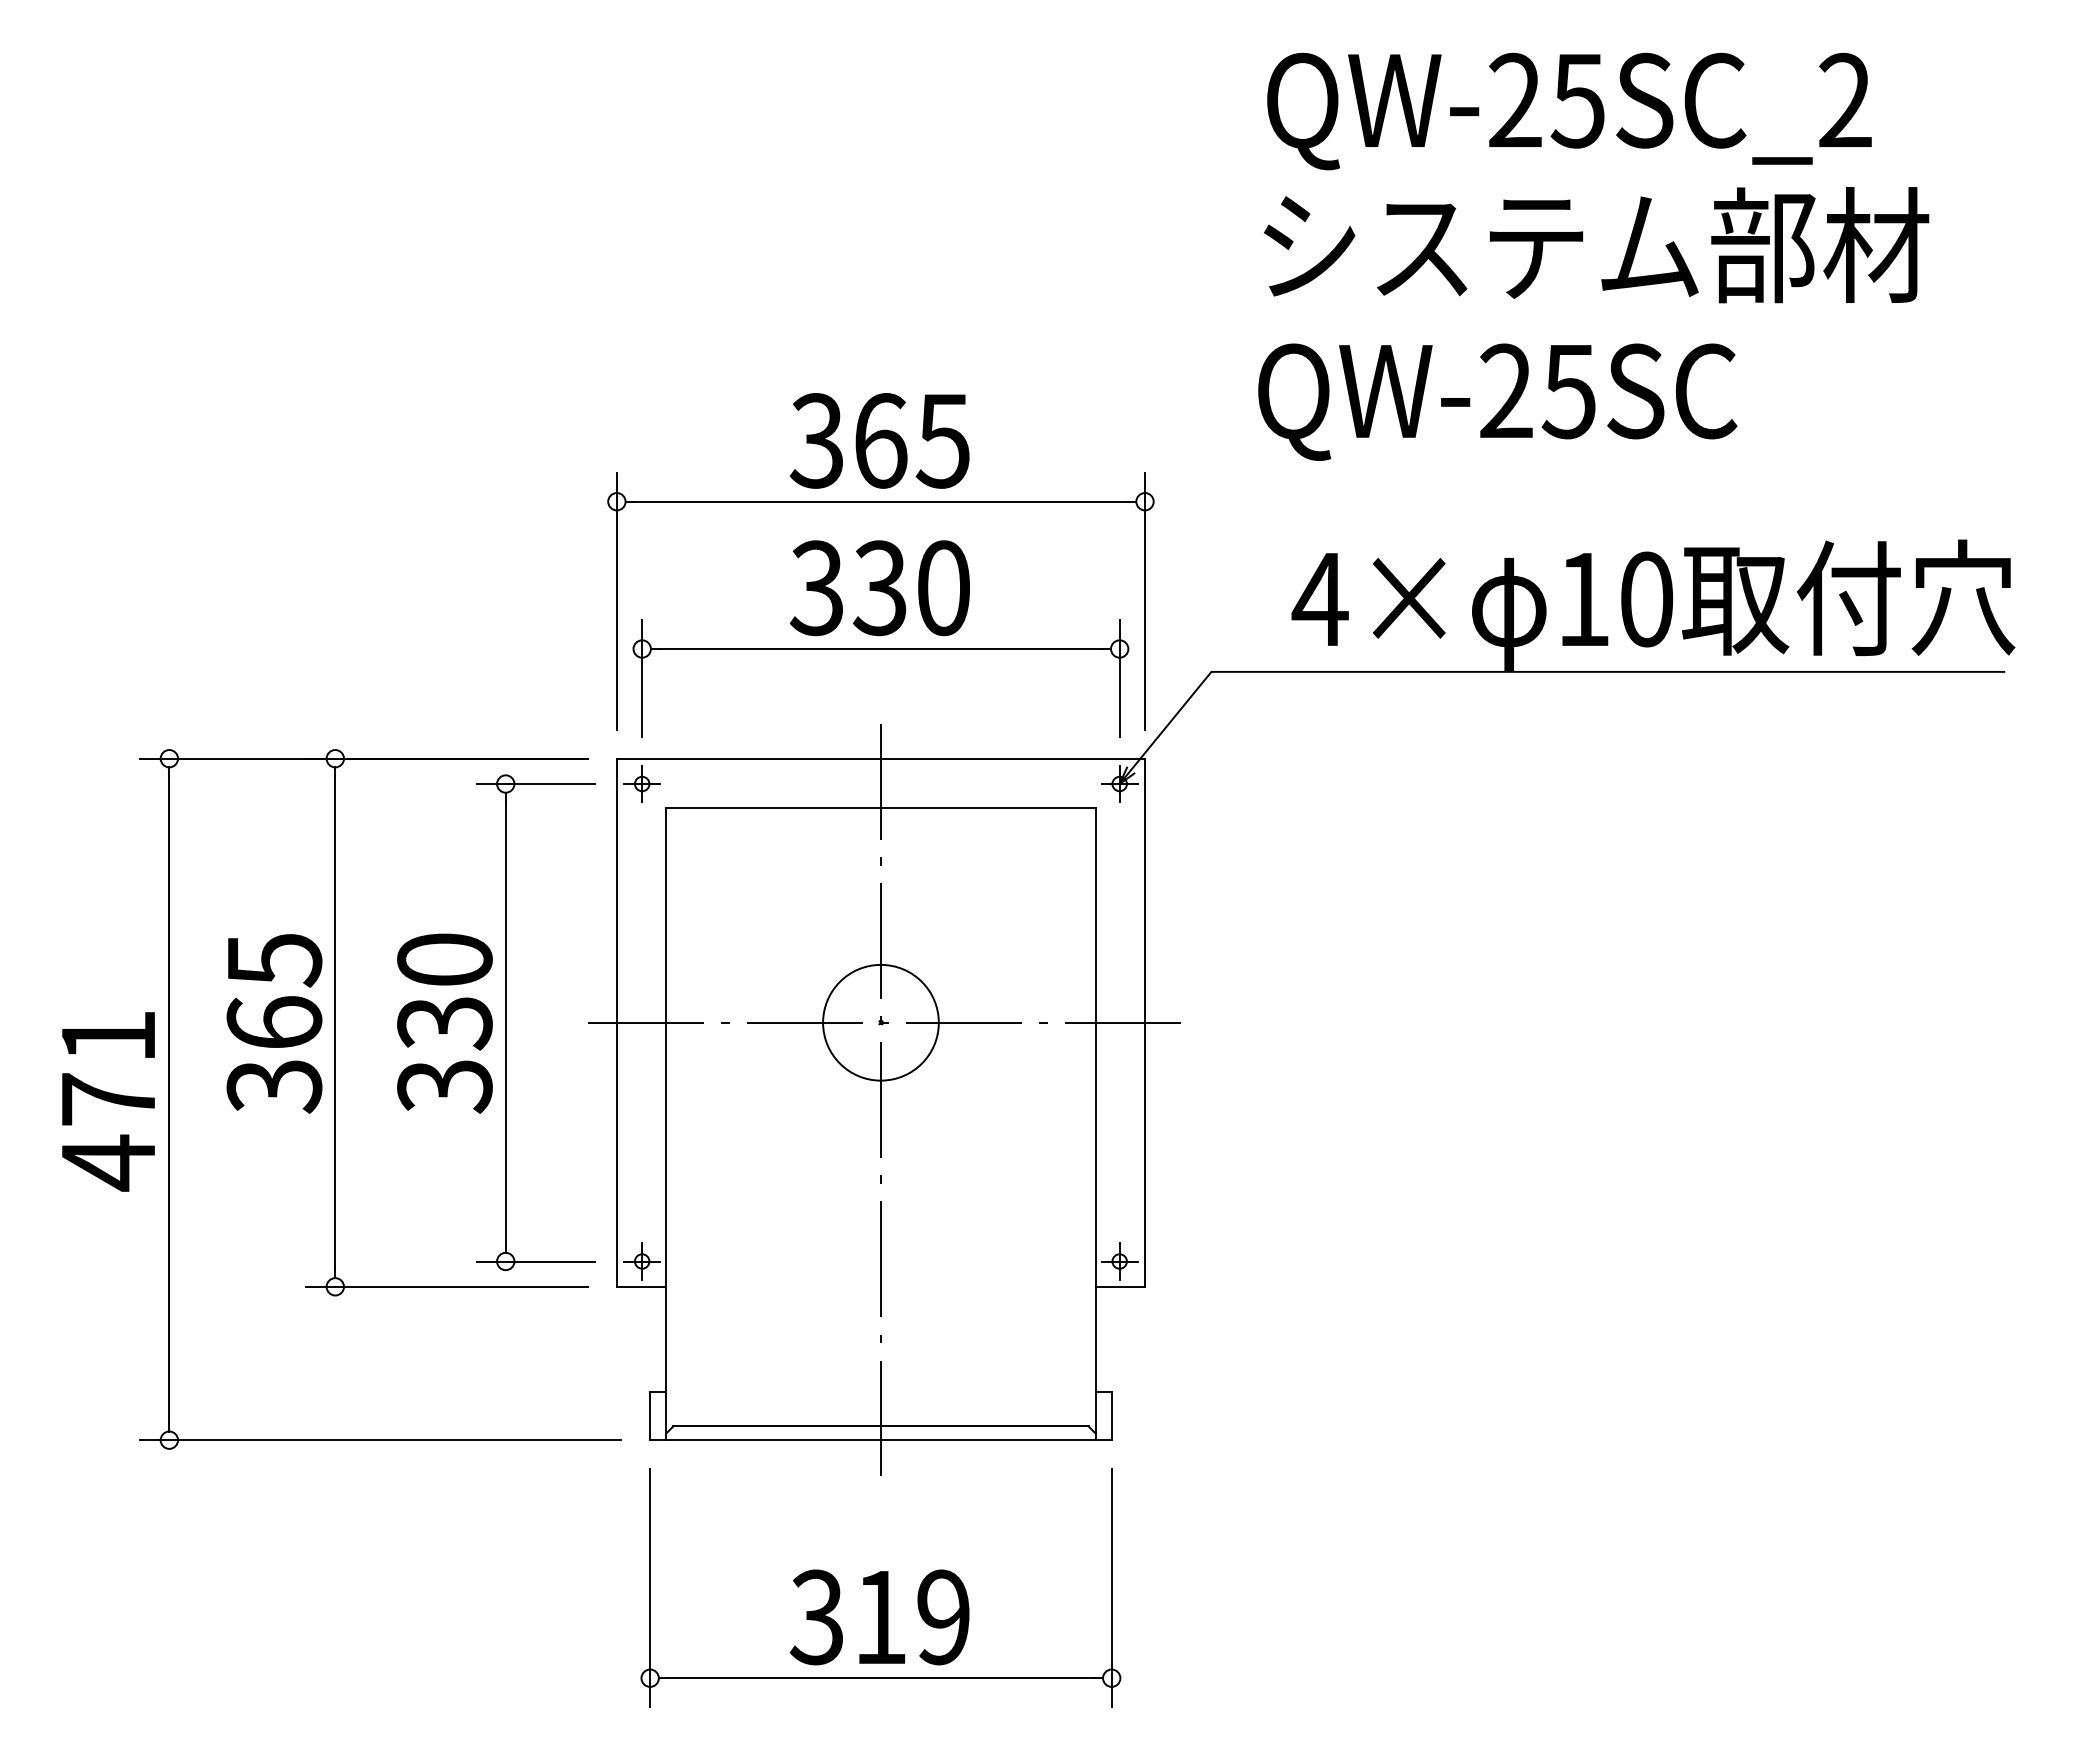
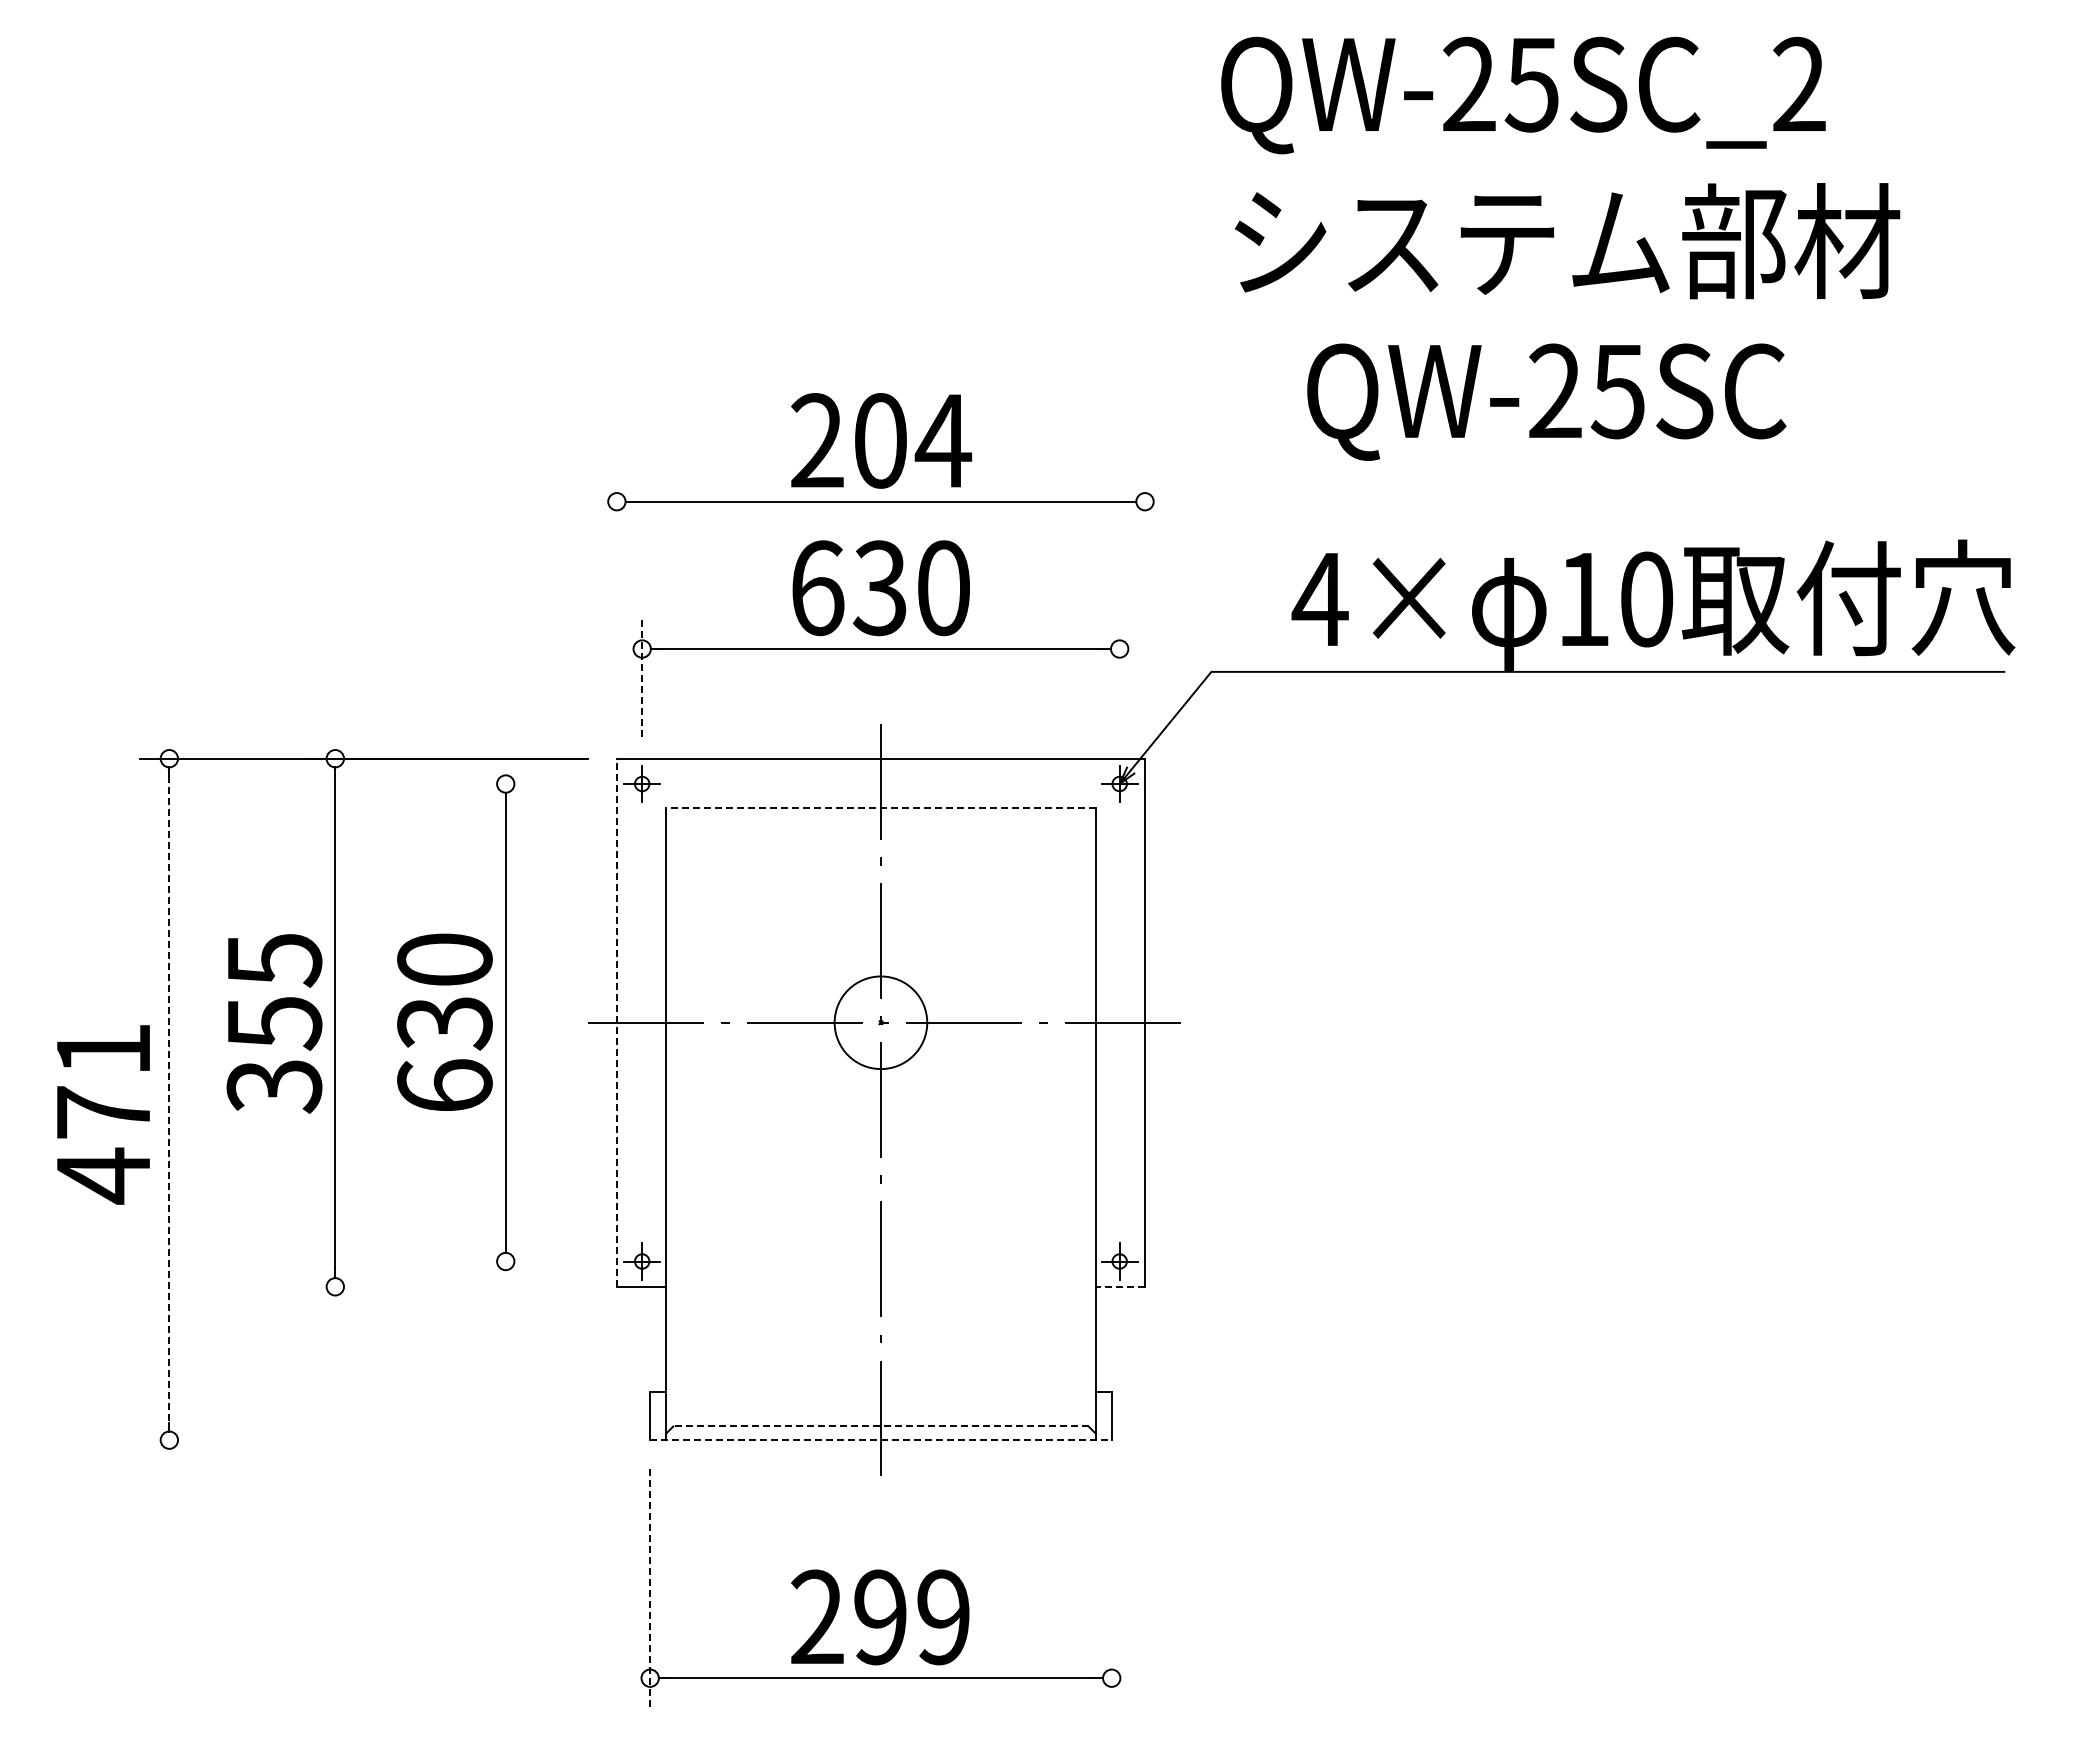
text at (1569, 111) position: (1569, 111) -> (1523, 95)
text at (1596, 245) position: (1596, 245) -> (1567, 241)
text at (1497, 401) position: (1497, 401) -> (1546, 401)
text at (880, 440): 365 -> 204
text at (816, 588): 330 -> 630
line at (616, 600): present -> none
line at (1145, 600): present -> none
line at (642, 678): solid -> dashed
line at (1119, 678): present -> none
line at (535, 784): present -> none
line at (880, 807): solid -> dashed
line at (616, 1022): solid -> dashed
circle at (880, 1022) diameter: 116 px -> 93 px
text at (274, 1023): 365 -> 355
text at (444, 1086): 330 -> 630
line at (169, 1099): solid -> dashed
text at (108, 1101) position: (108, 1101) -> (103, 1114)
line at (535, 1261): present -> none
line at (446, 1286): present -> none
line at (1120, 1286): solid -> dashed
line at (880, 1426): solid -> dashed
line at (380, 1440): present -> none
line at (880, 1440): solid -> dashed
line at (650, 1588): solid -> dashed
line at (1111, 1588): present -> none
text at (847, 1617): 319 -> 299
